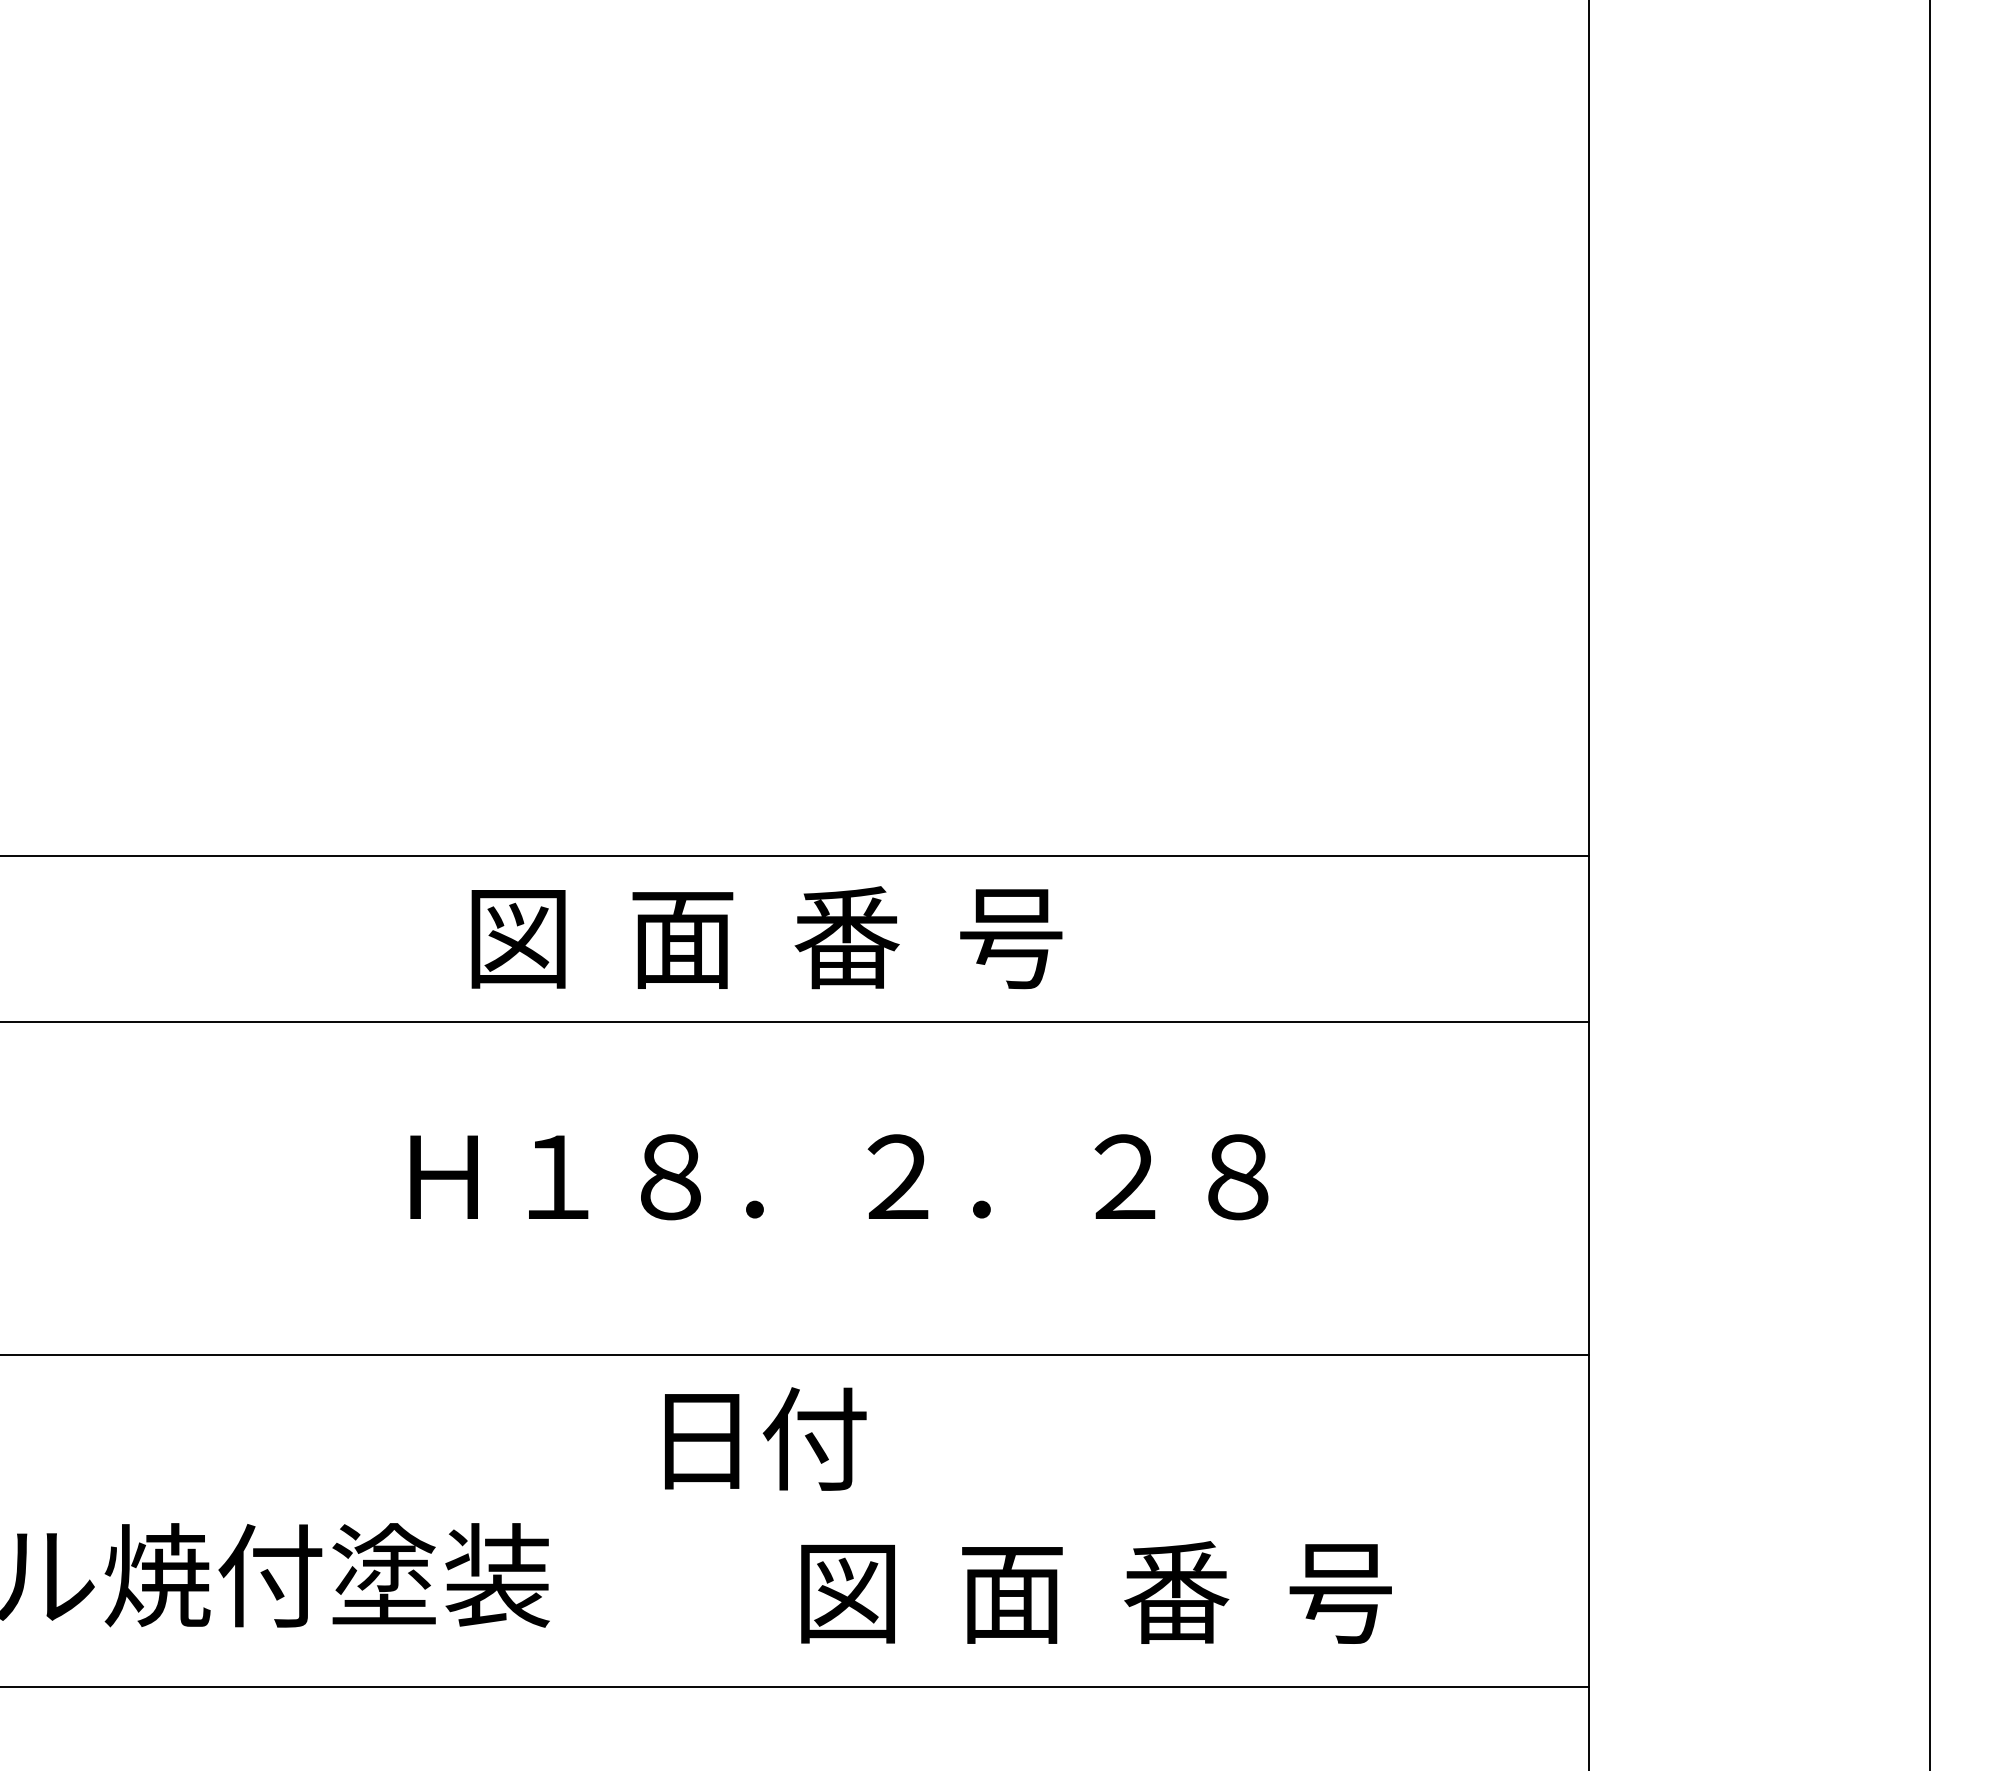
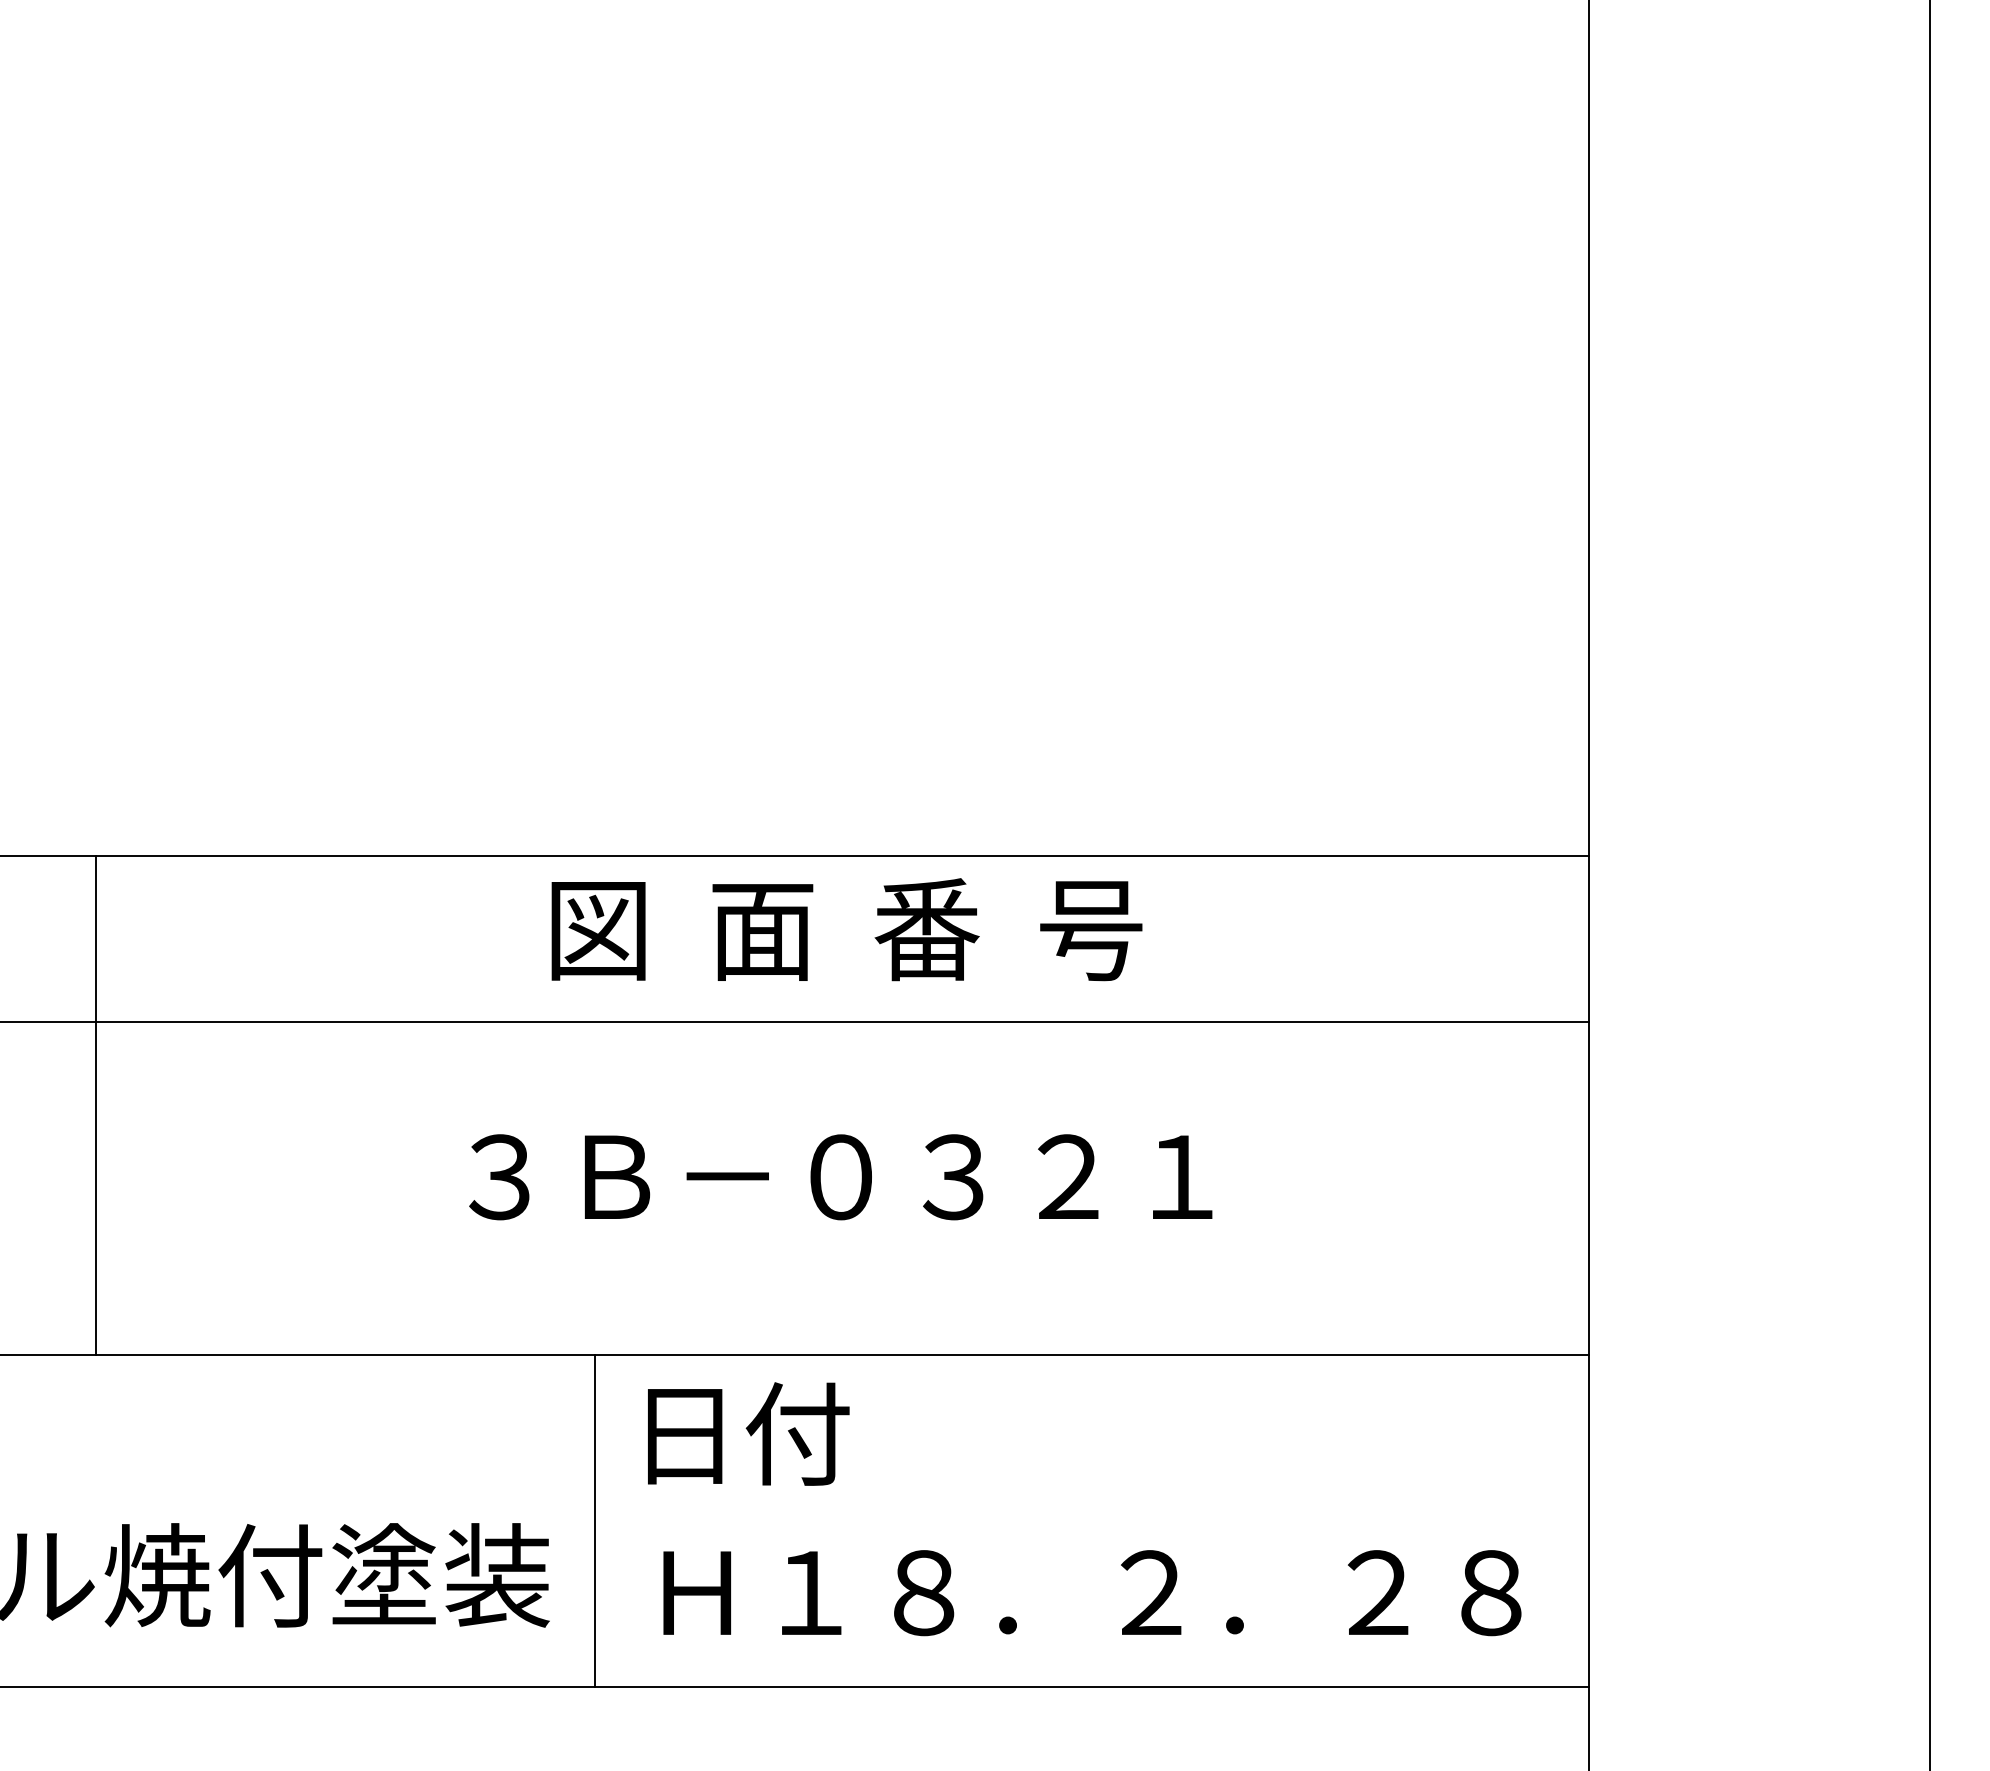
text at (766, 937) position: (766, 937) -> (846, 929)
line at (96, 1104): none -> present
text at (839, 1177): Ｈ１８．２．２８ -> ３Ｂ－０３２１
text at (765, 1438) position: (765, 1438) -> (748, 1433)
line at (595, 1520): none -> present
text at (1092, 1592): 図  面  番  号 -> Ｈ１８．２．２８
